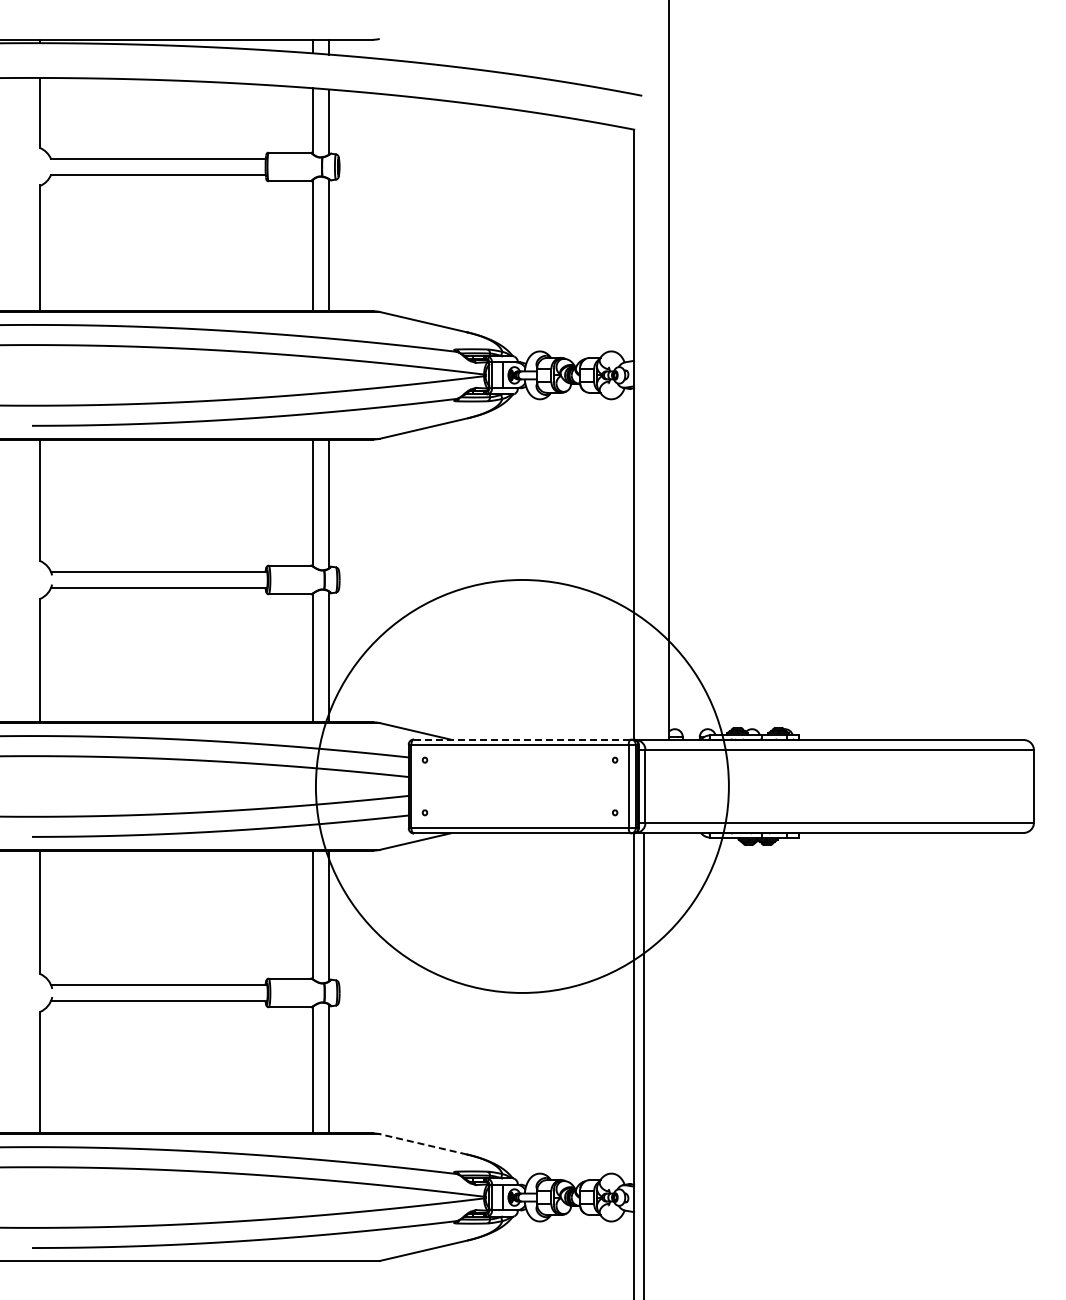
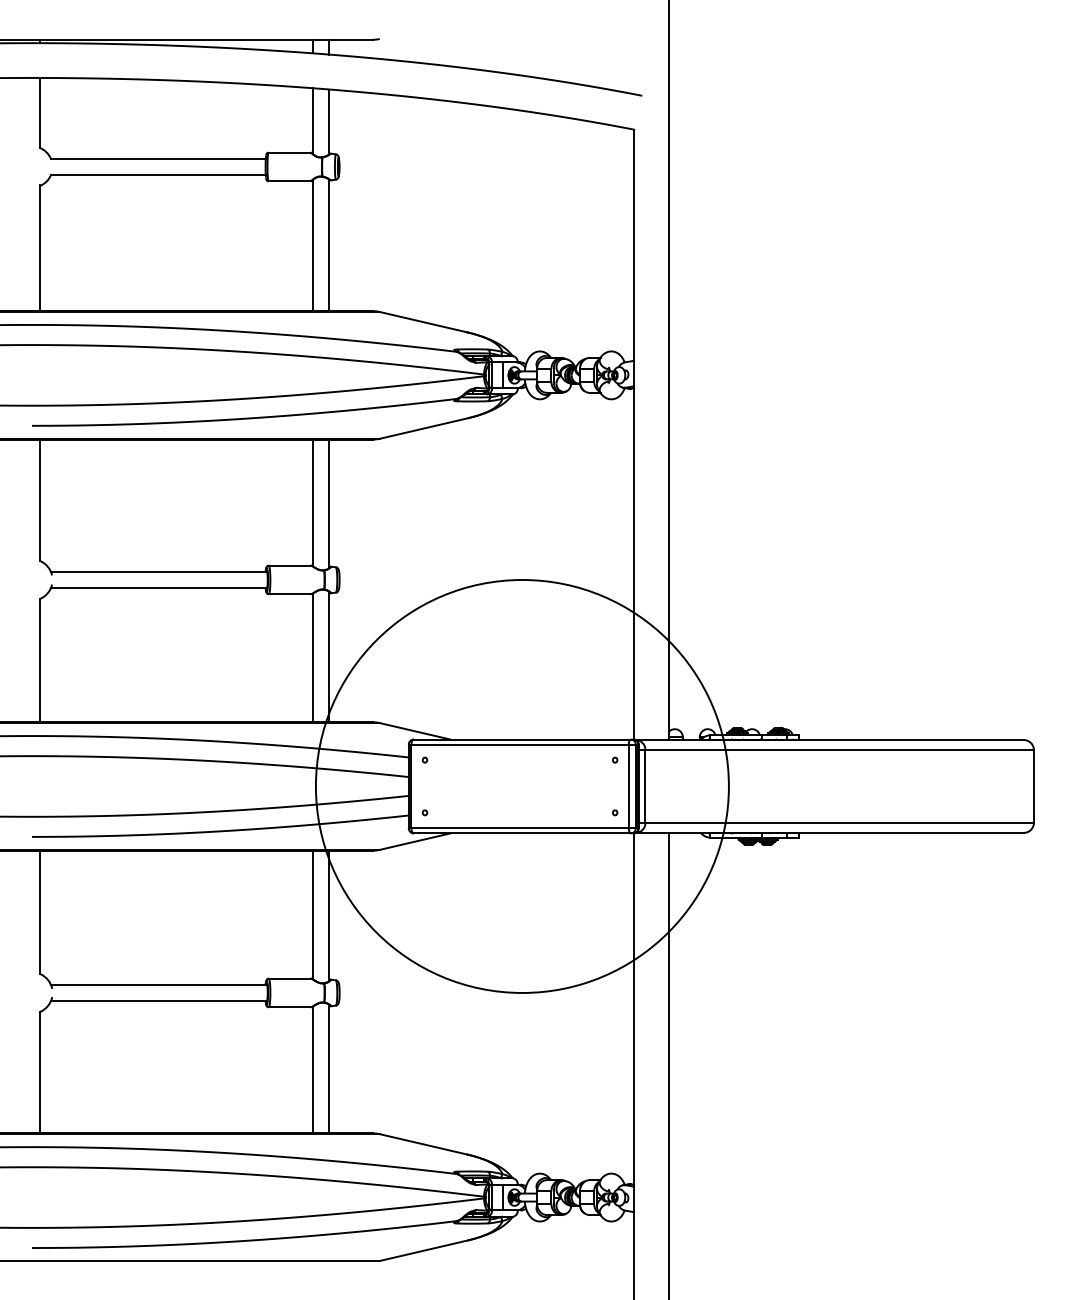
line at (522, 739): dashed -> solid
line at (643, 1064) position: (643, 1064) -> (668, 1064)
line at (423, 1144): dashed -> solid
